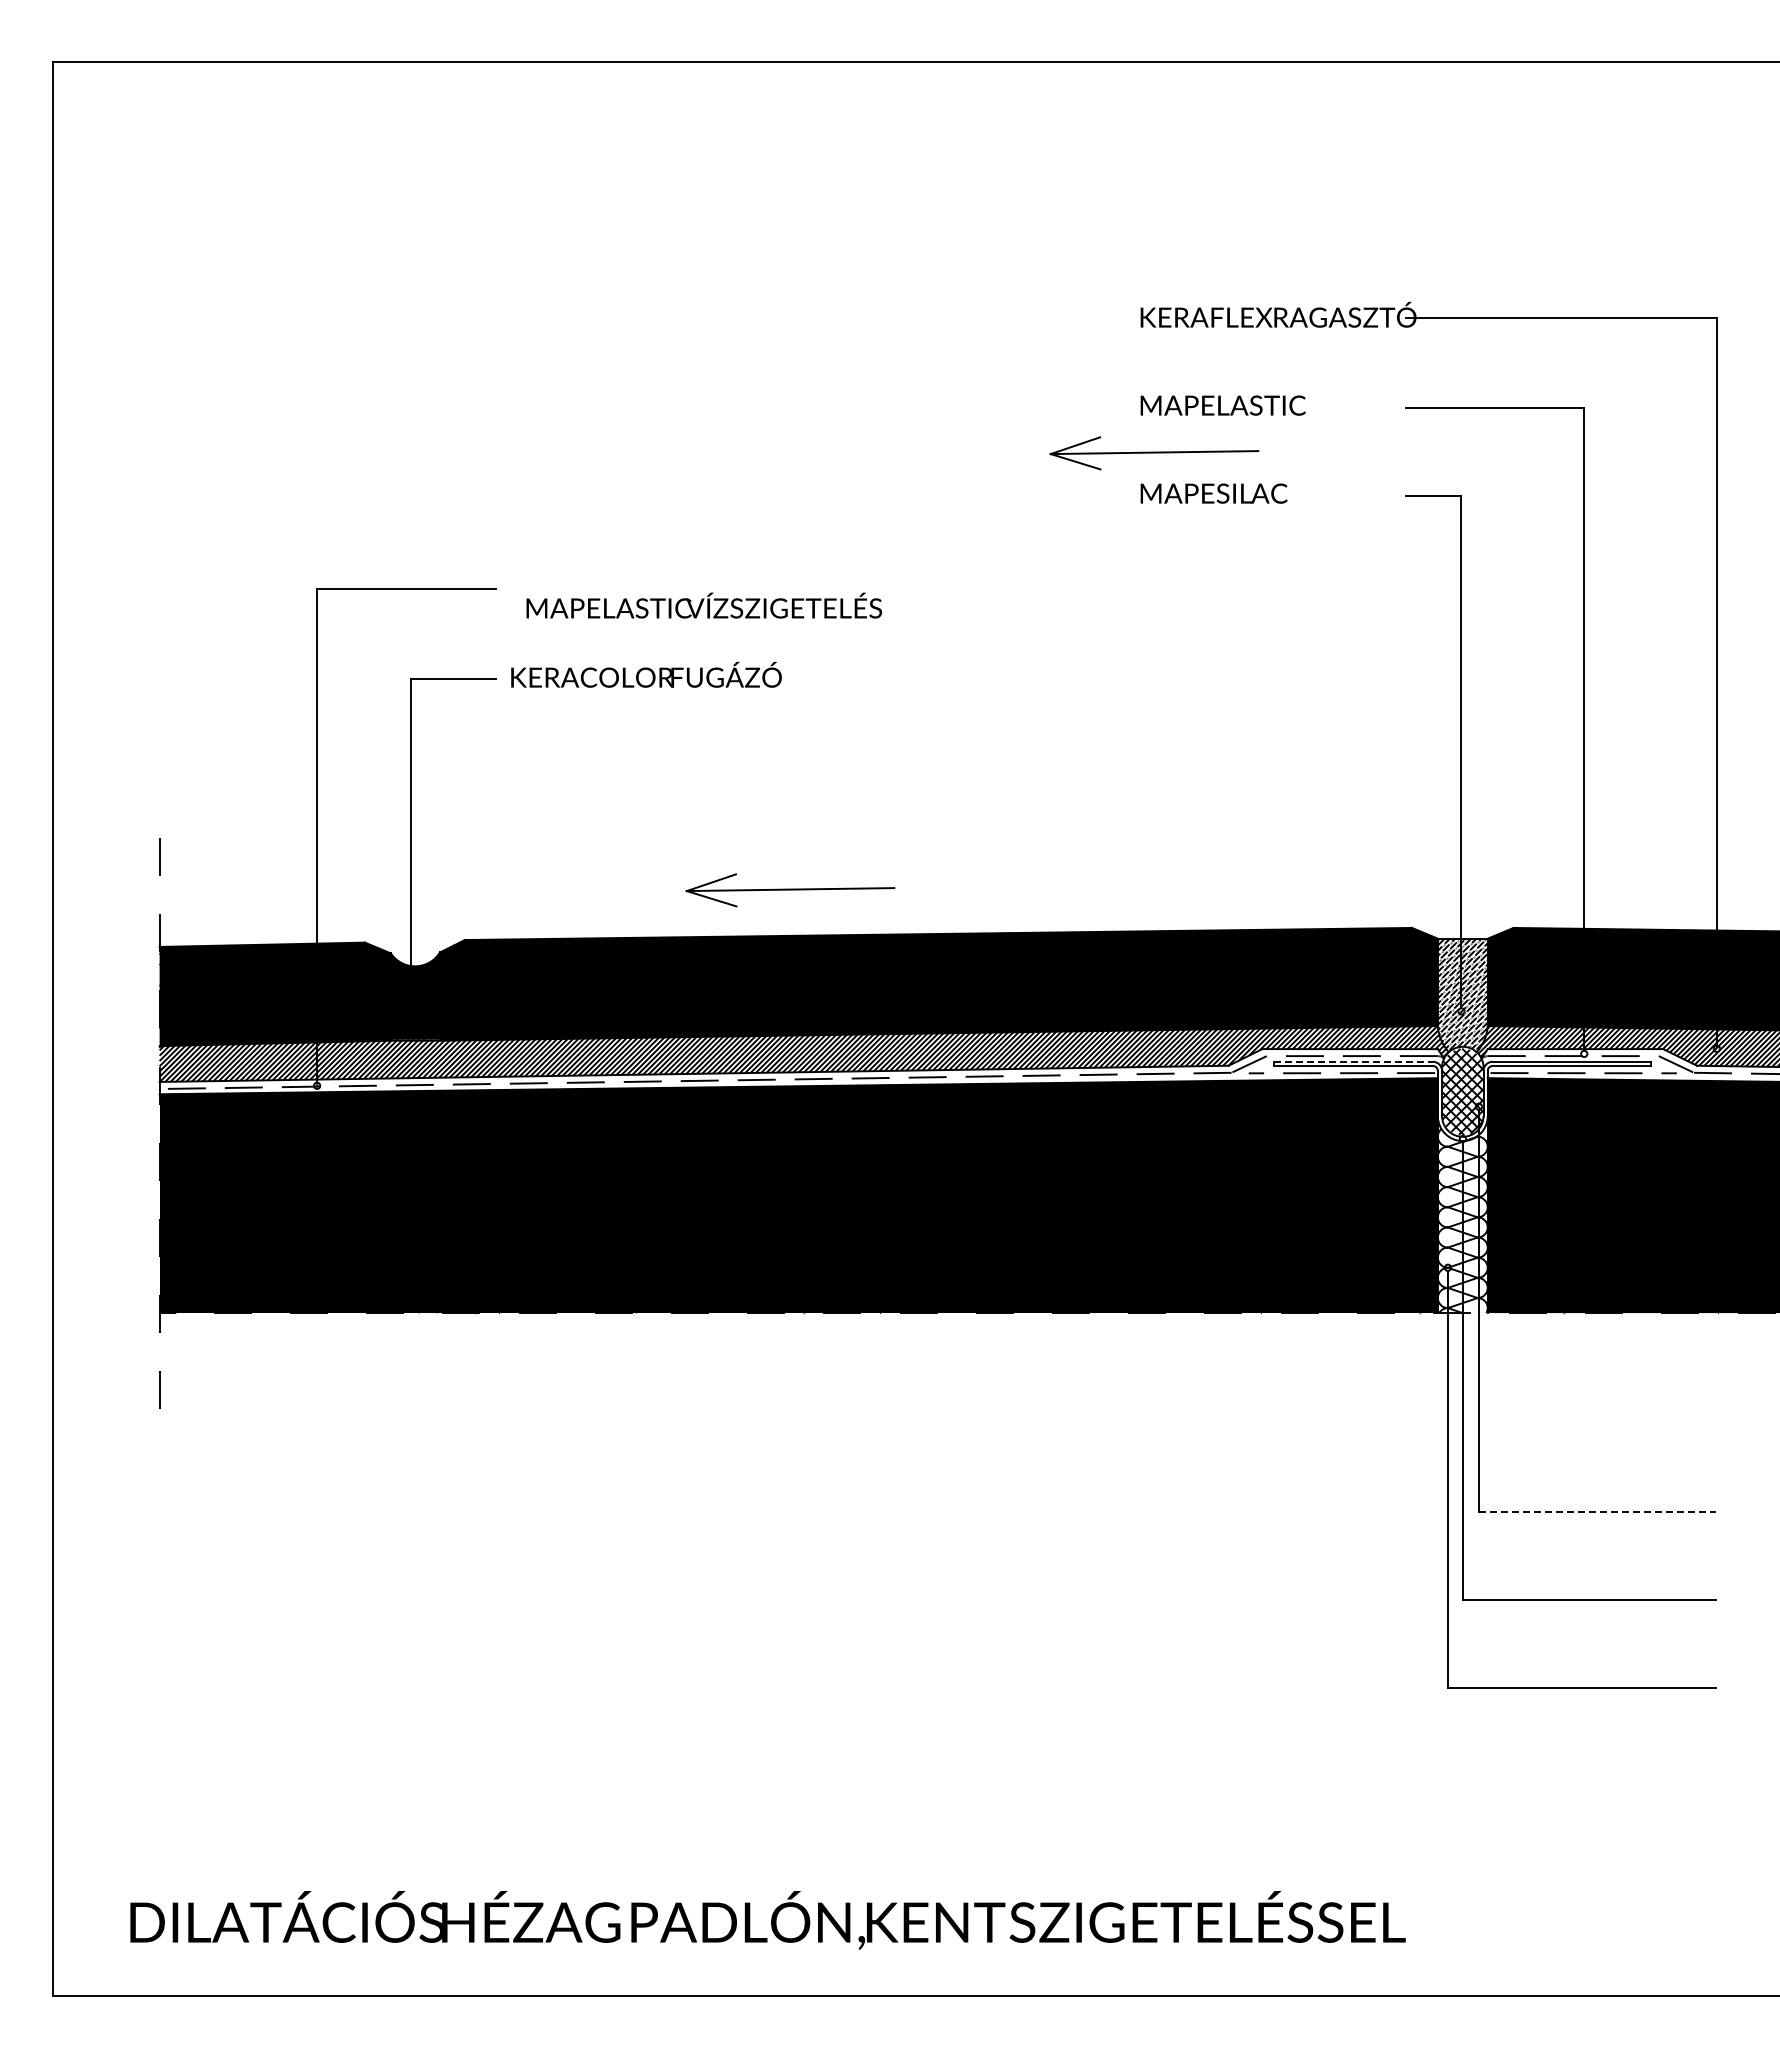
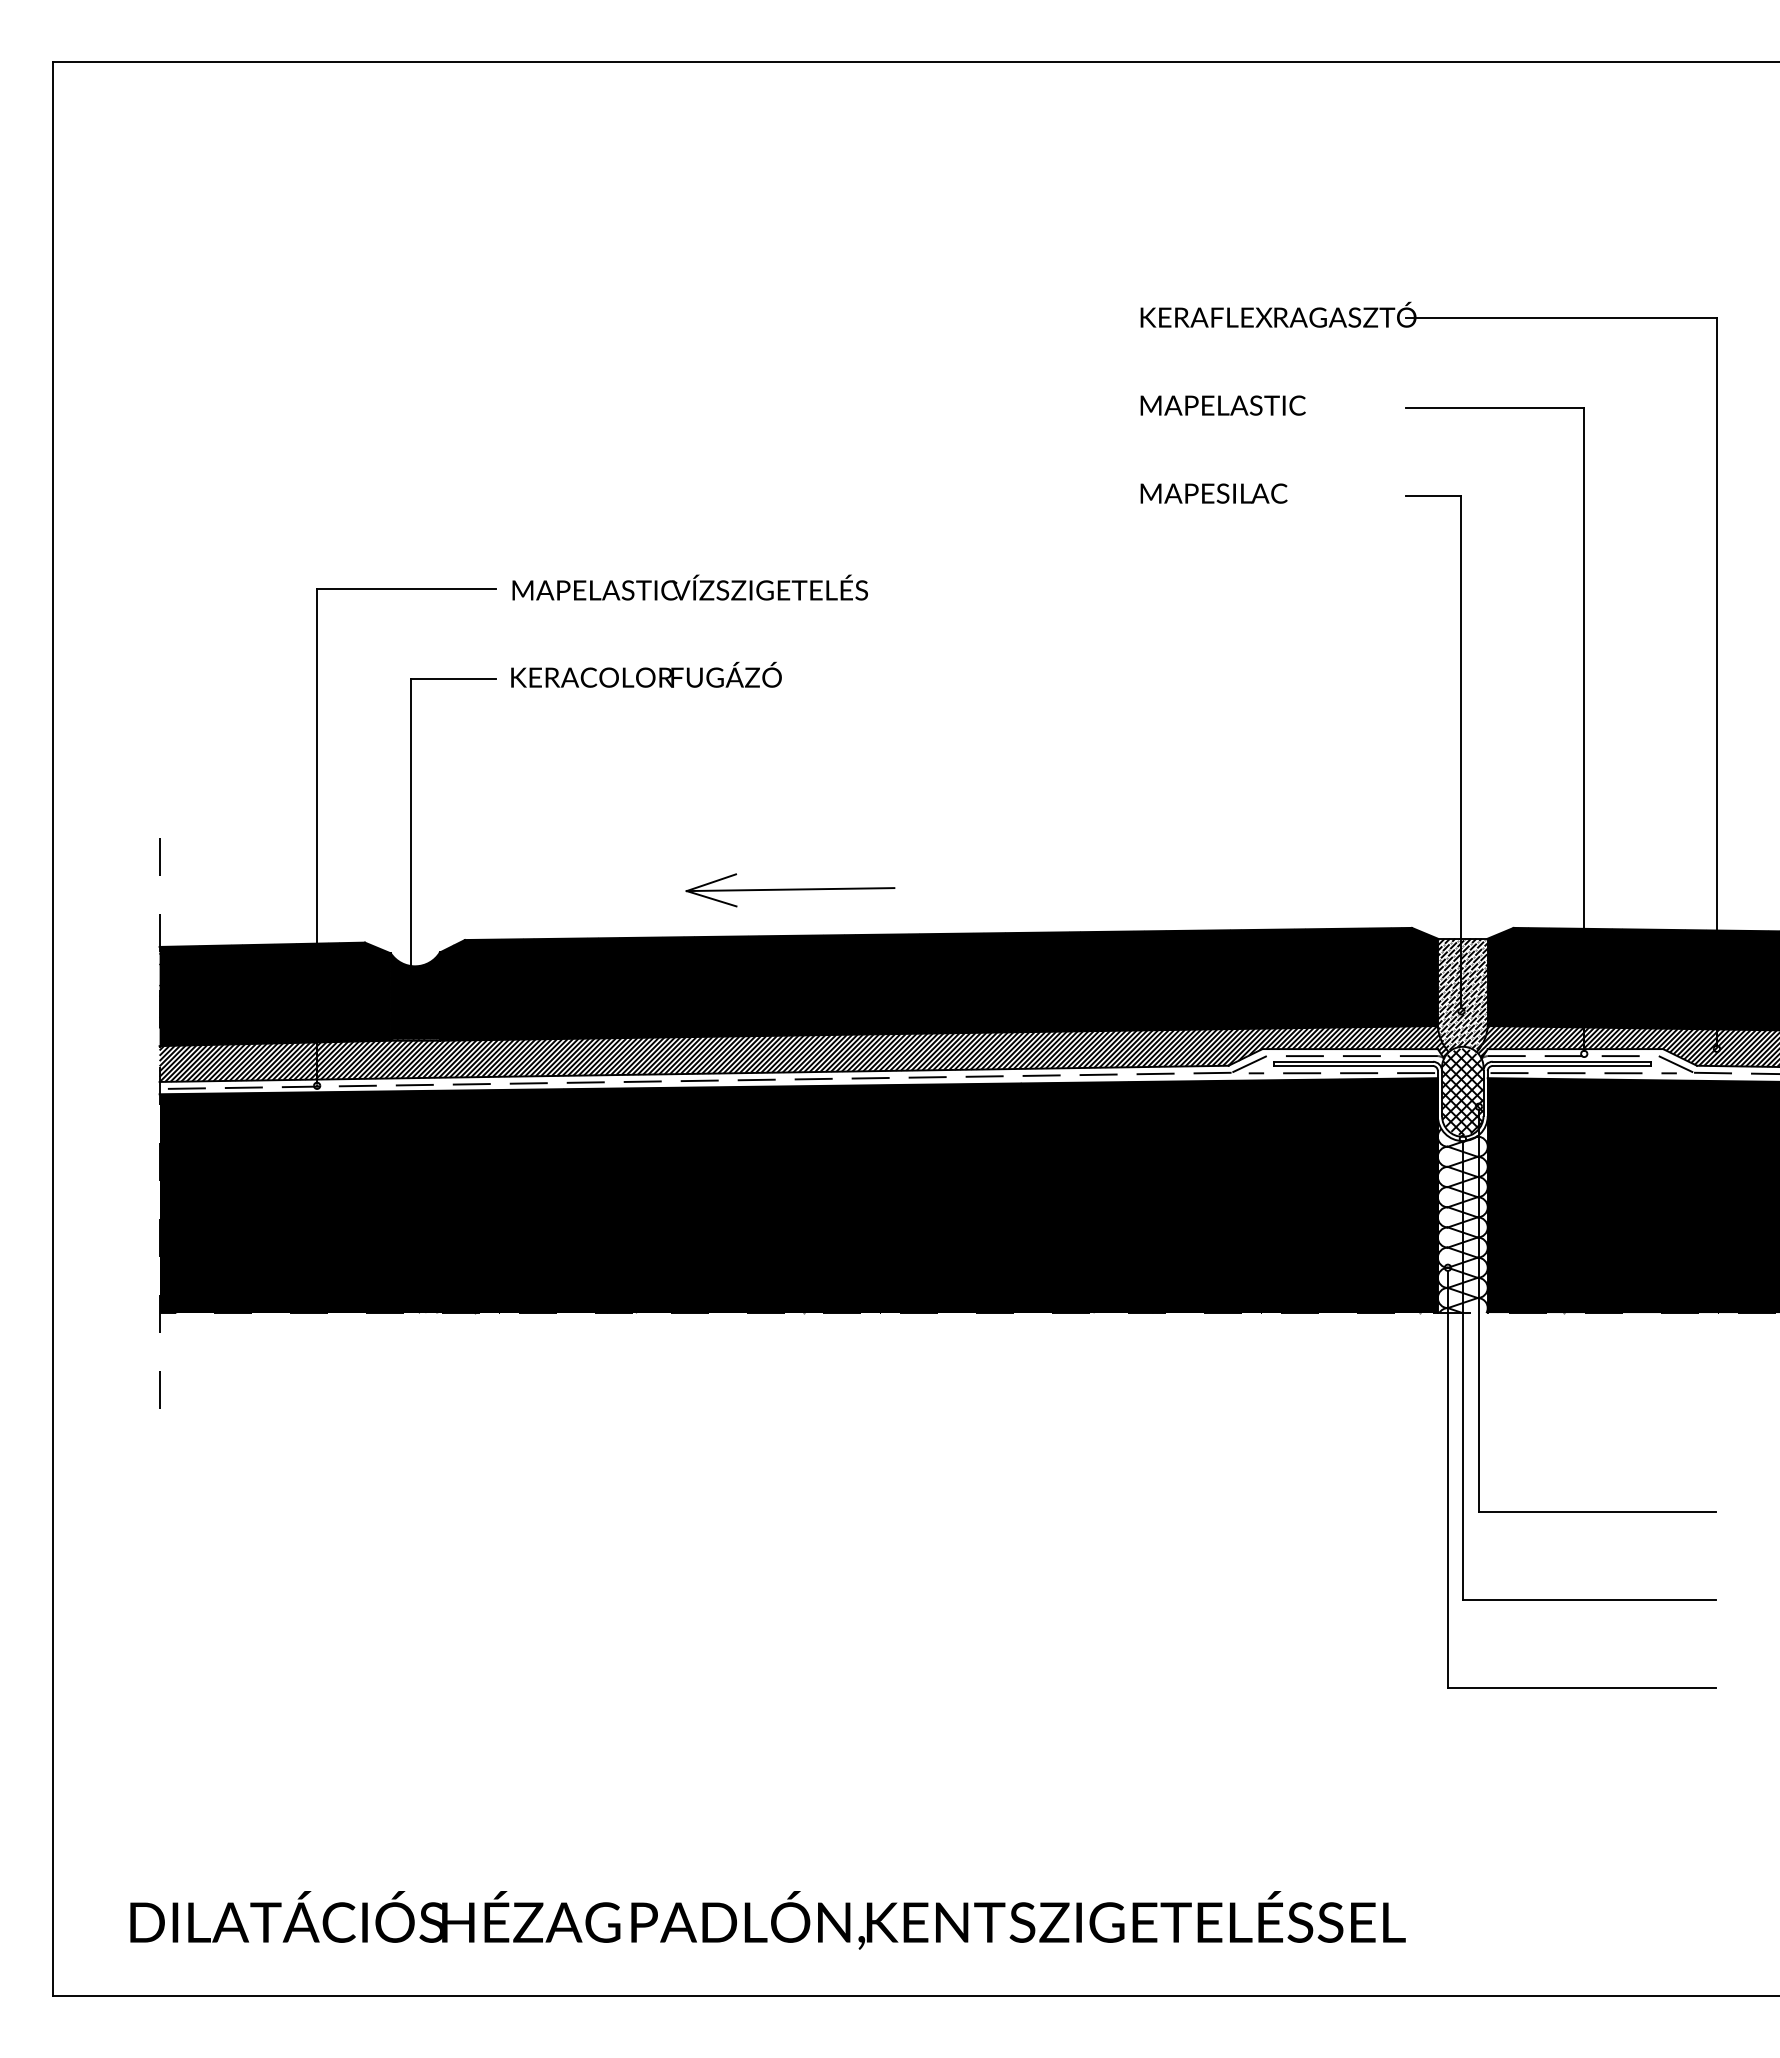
part at (1154, 453): present -> none
text at (703, 605) position: (703, 605) -> (689, 587)
line at (1354, 1061): dashed -> solid
line at (1597, 1511): dashed -> solid
